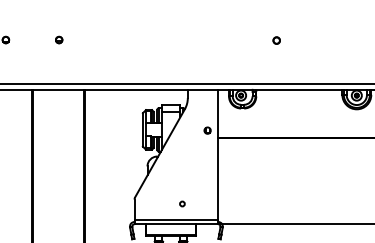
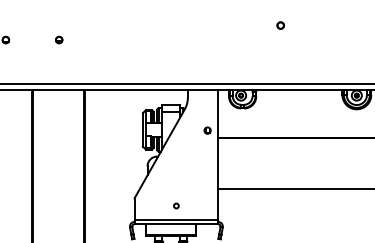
part at (276, 40) position: (276, 40) -> (280, 25)
circle at (182, 203) position: (182, 203) -> (176, 205)
line at (294, 223) position: (294, 223) -> (294, 188)
